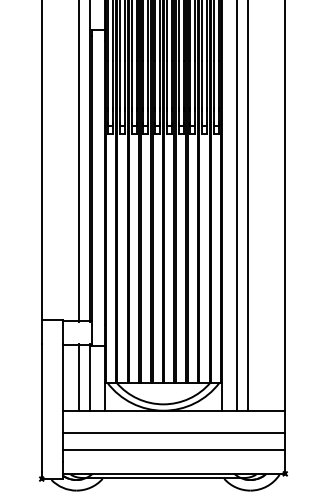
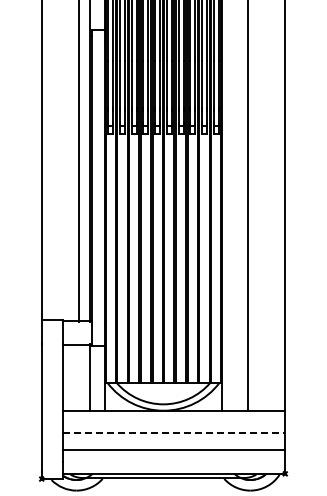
line at (237, 206): present -> none
line at (78, 377): present -> none
line at (174, 432): solid -> dashed
